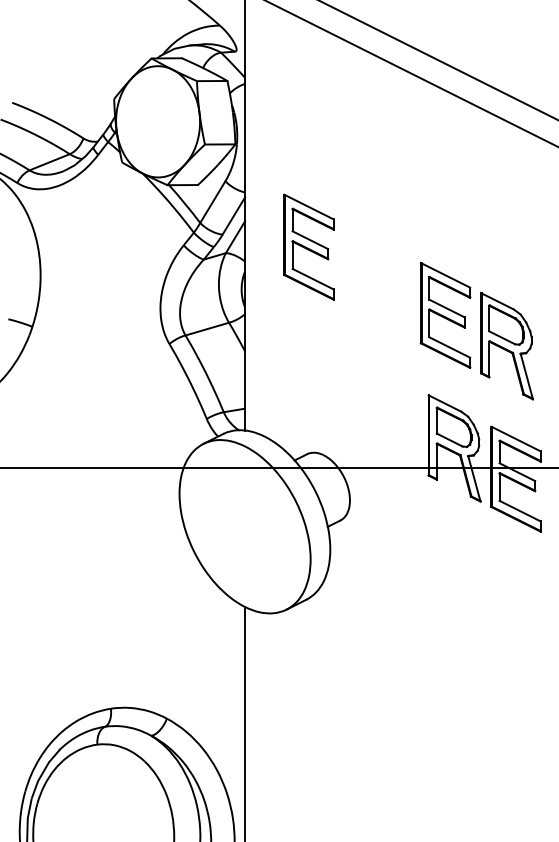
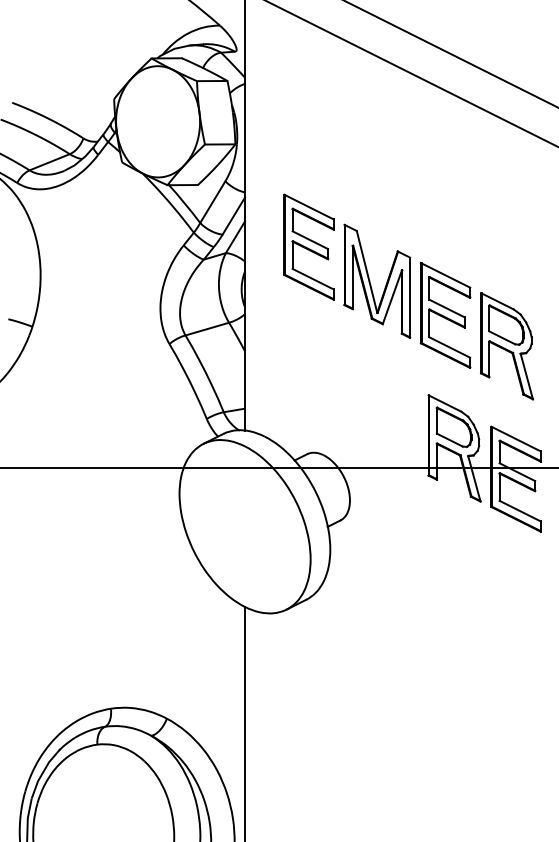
line at (438, 60) position: (438, 60) -> (451, 54)
part at (370, 280): none -> present
